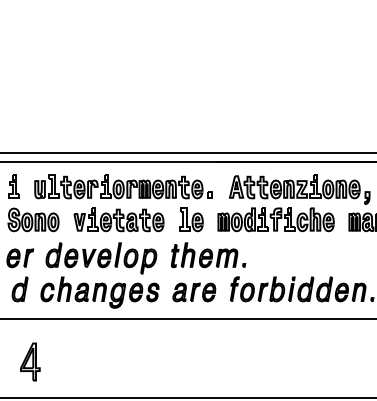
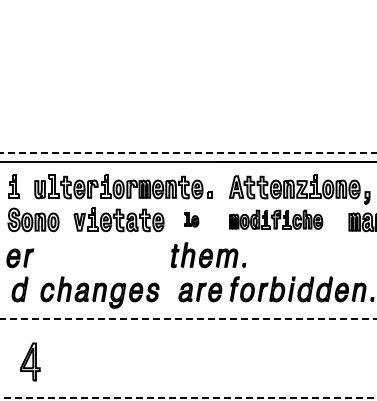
line at (188, 152): solid -> dashed
part at (191, 219) size: 25x26 px -> 16x16 px
part at (275, 219) size: 118x26 px -> 95x21 px
part at (101, 258): present -> none
part at (194, 292) position: (194, 292) -> (200, 292)
line at (188, 319): solid -> dashed
line at (188, 397): solid -> dashed
